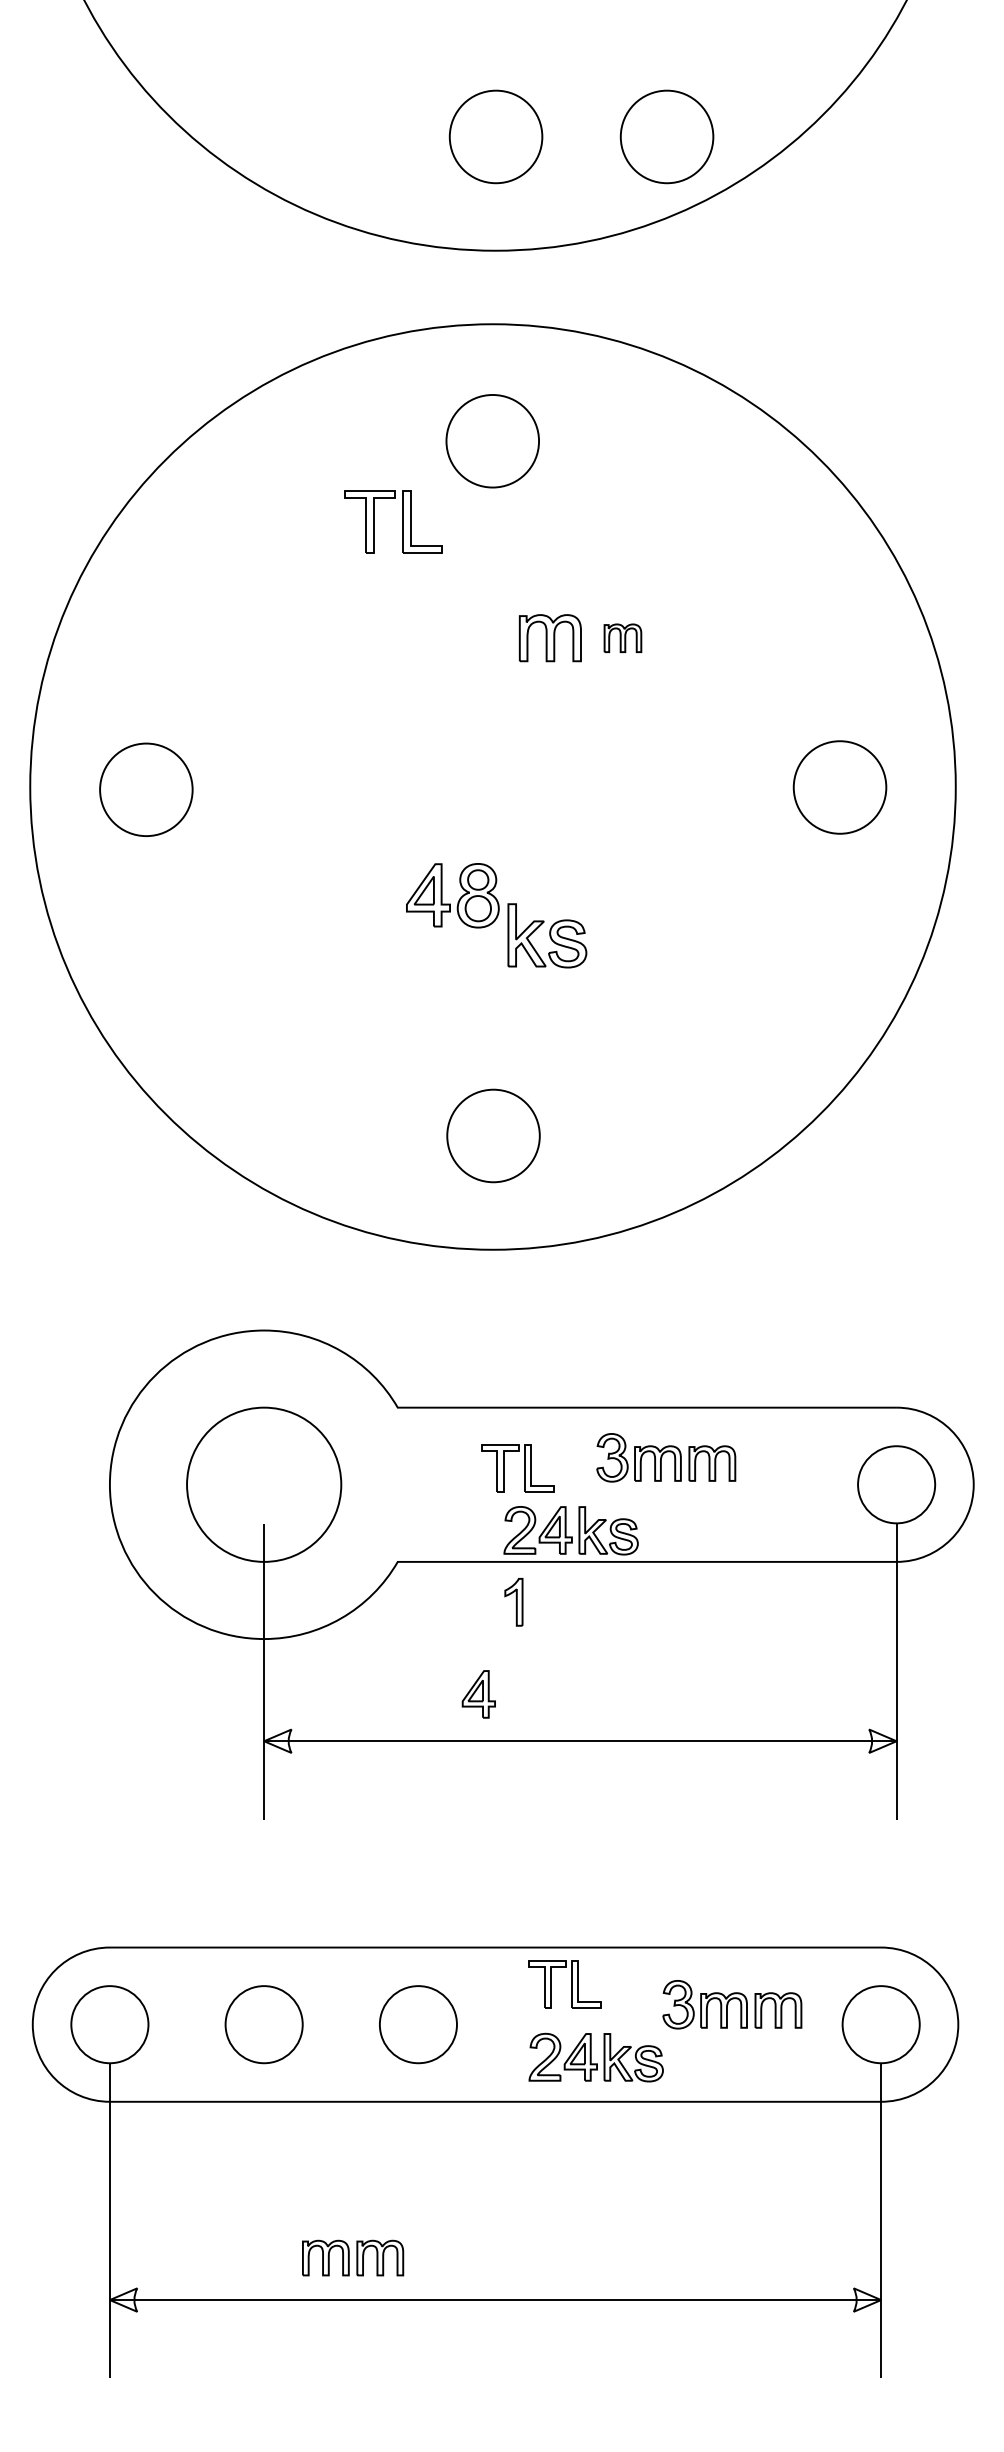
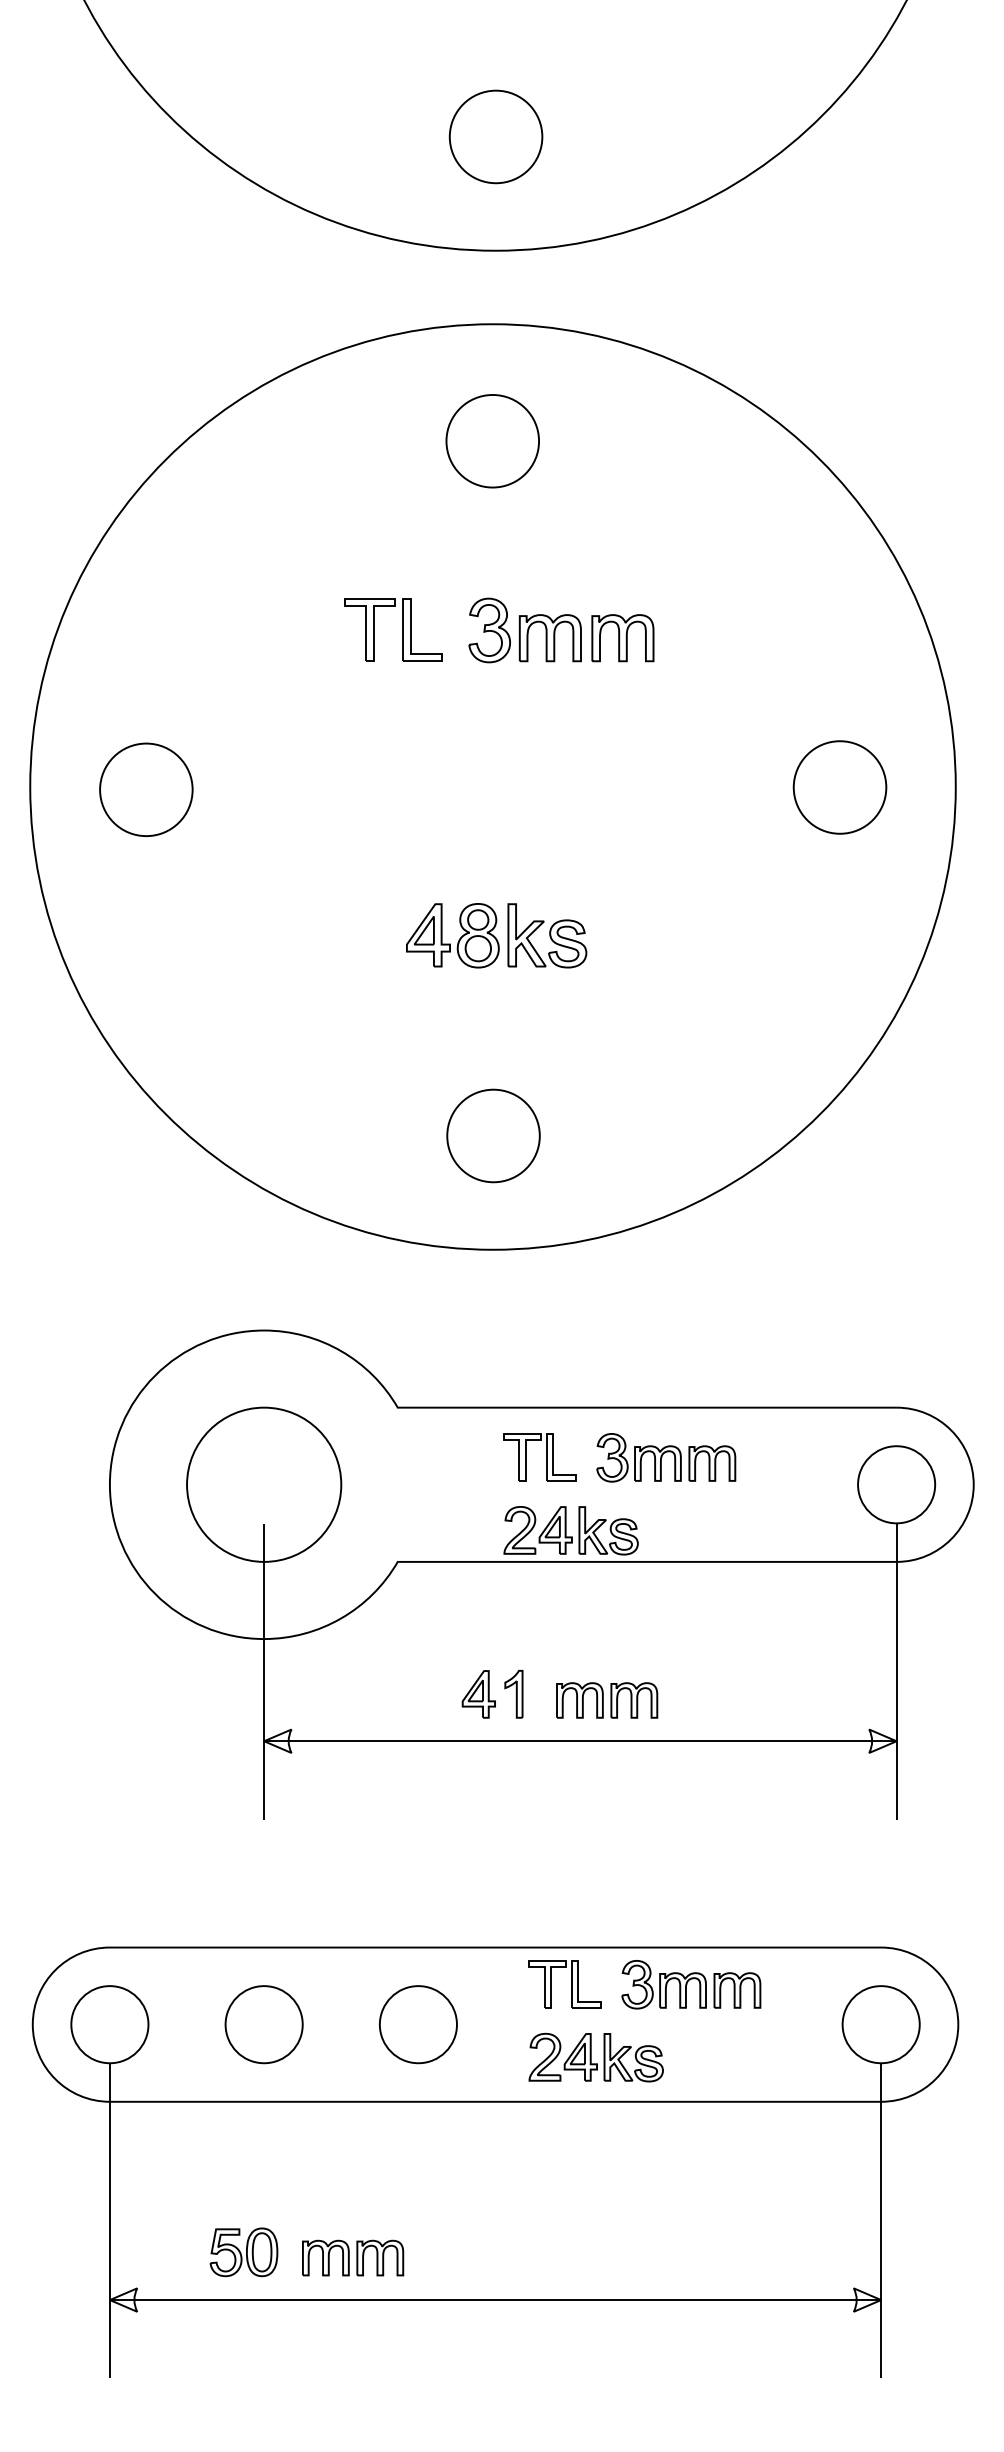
part at (666, 136): present -> none
part at (402, 521) position: (402, 521) -> (402, 629)
part at (489, 630): none -> present
part at (622, 637) size: 40x30 px -> 64x49 px
part at (459, 898) position: (459, 898) -> (459, 938)
part at (524, 1468) position: (524, 1468) -> (546, 1457)
part at (513, 1602) position: (513, 1602) -> (513, 1694)
part at (607, 1700): none -> present
part at (732, 2004) position: (732, 2004) -> (691, 1984)
part at (243, 2252): none -> present
